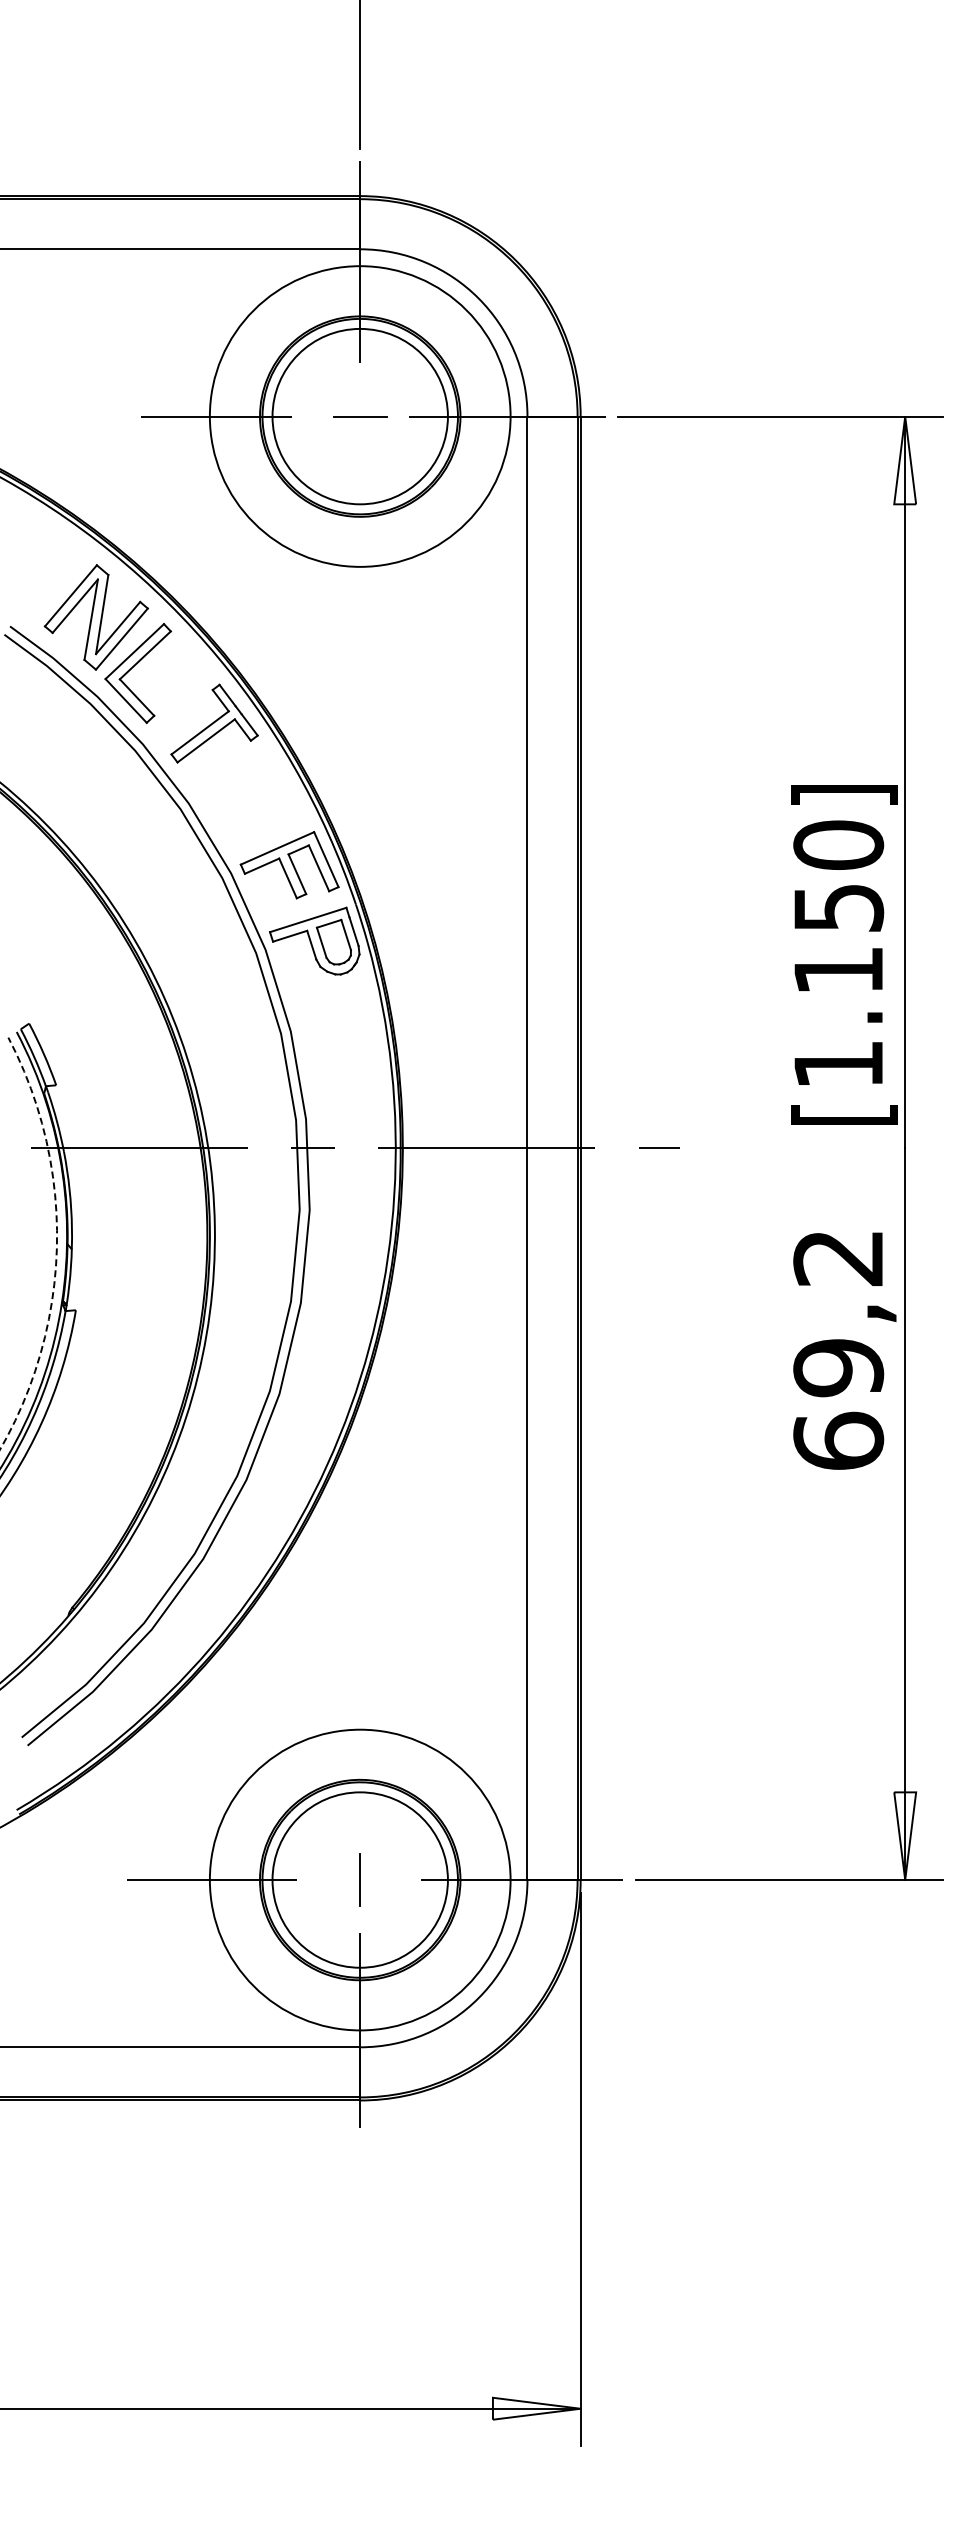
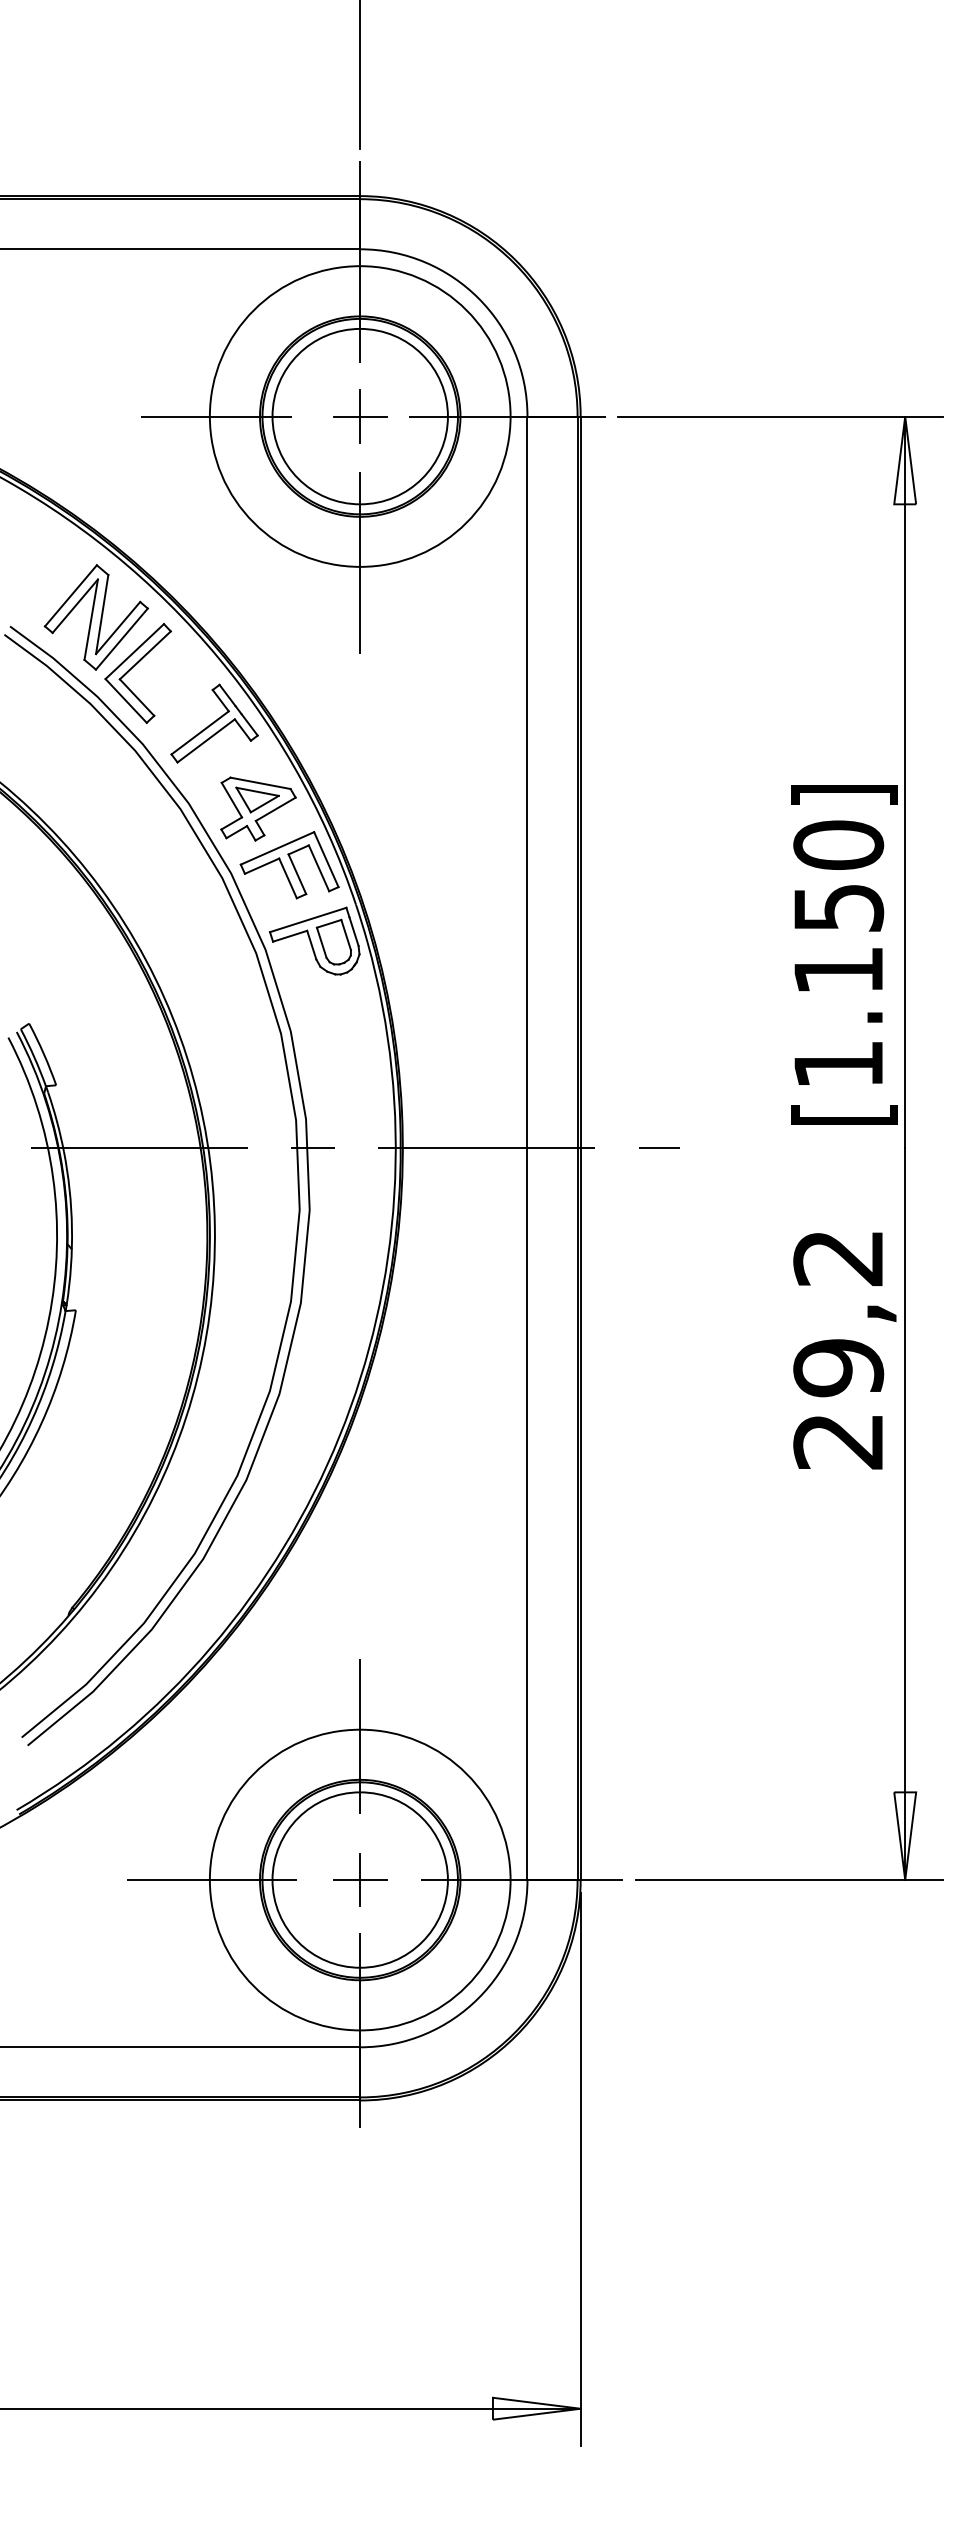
line at (360, 416): none -> present
line at (360, 562): none -> present
part at (258, 808): none -> present
arc at (56, 1242): dashed -> solid
text at (838, 1440): 69,2 -> 29,2
line at (360, 1735): none -> present
line at (359, 1880): none -> present
